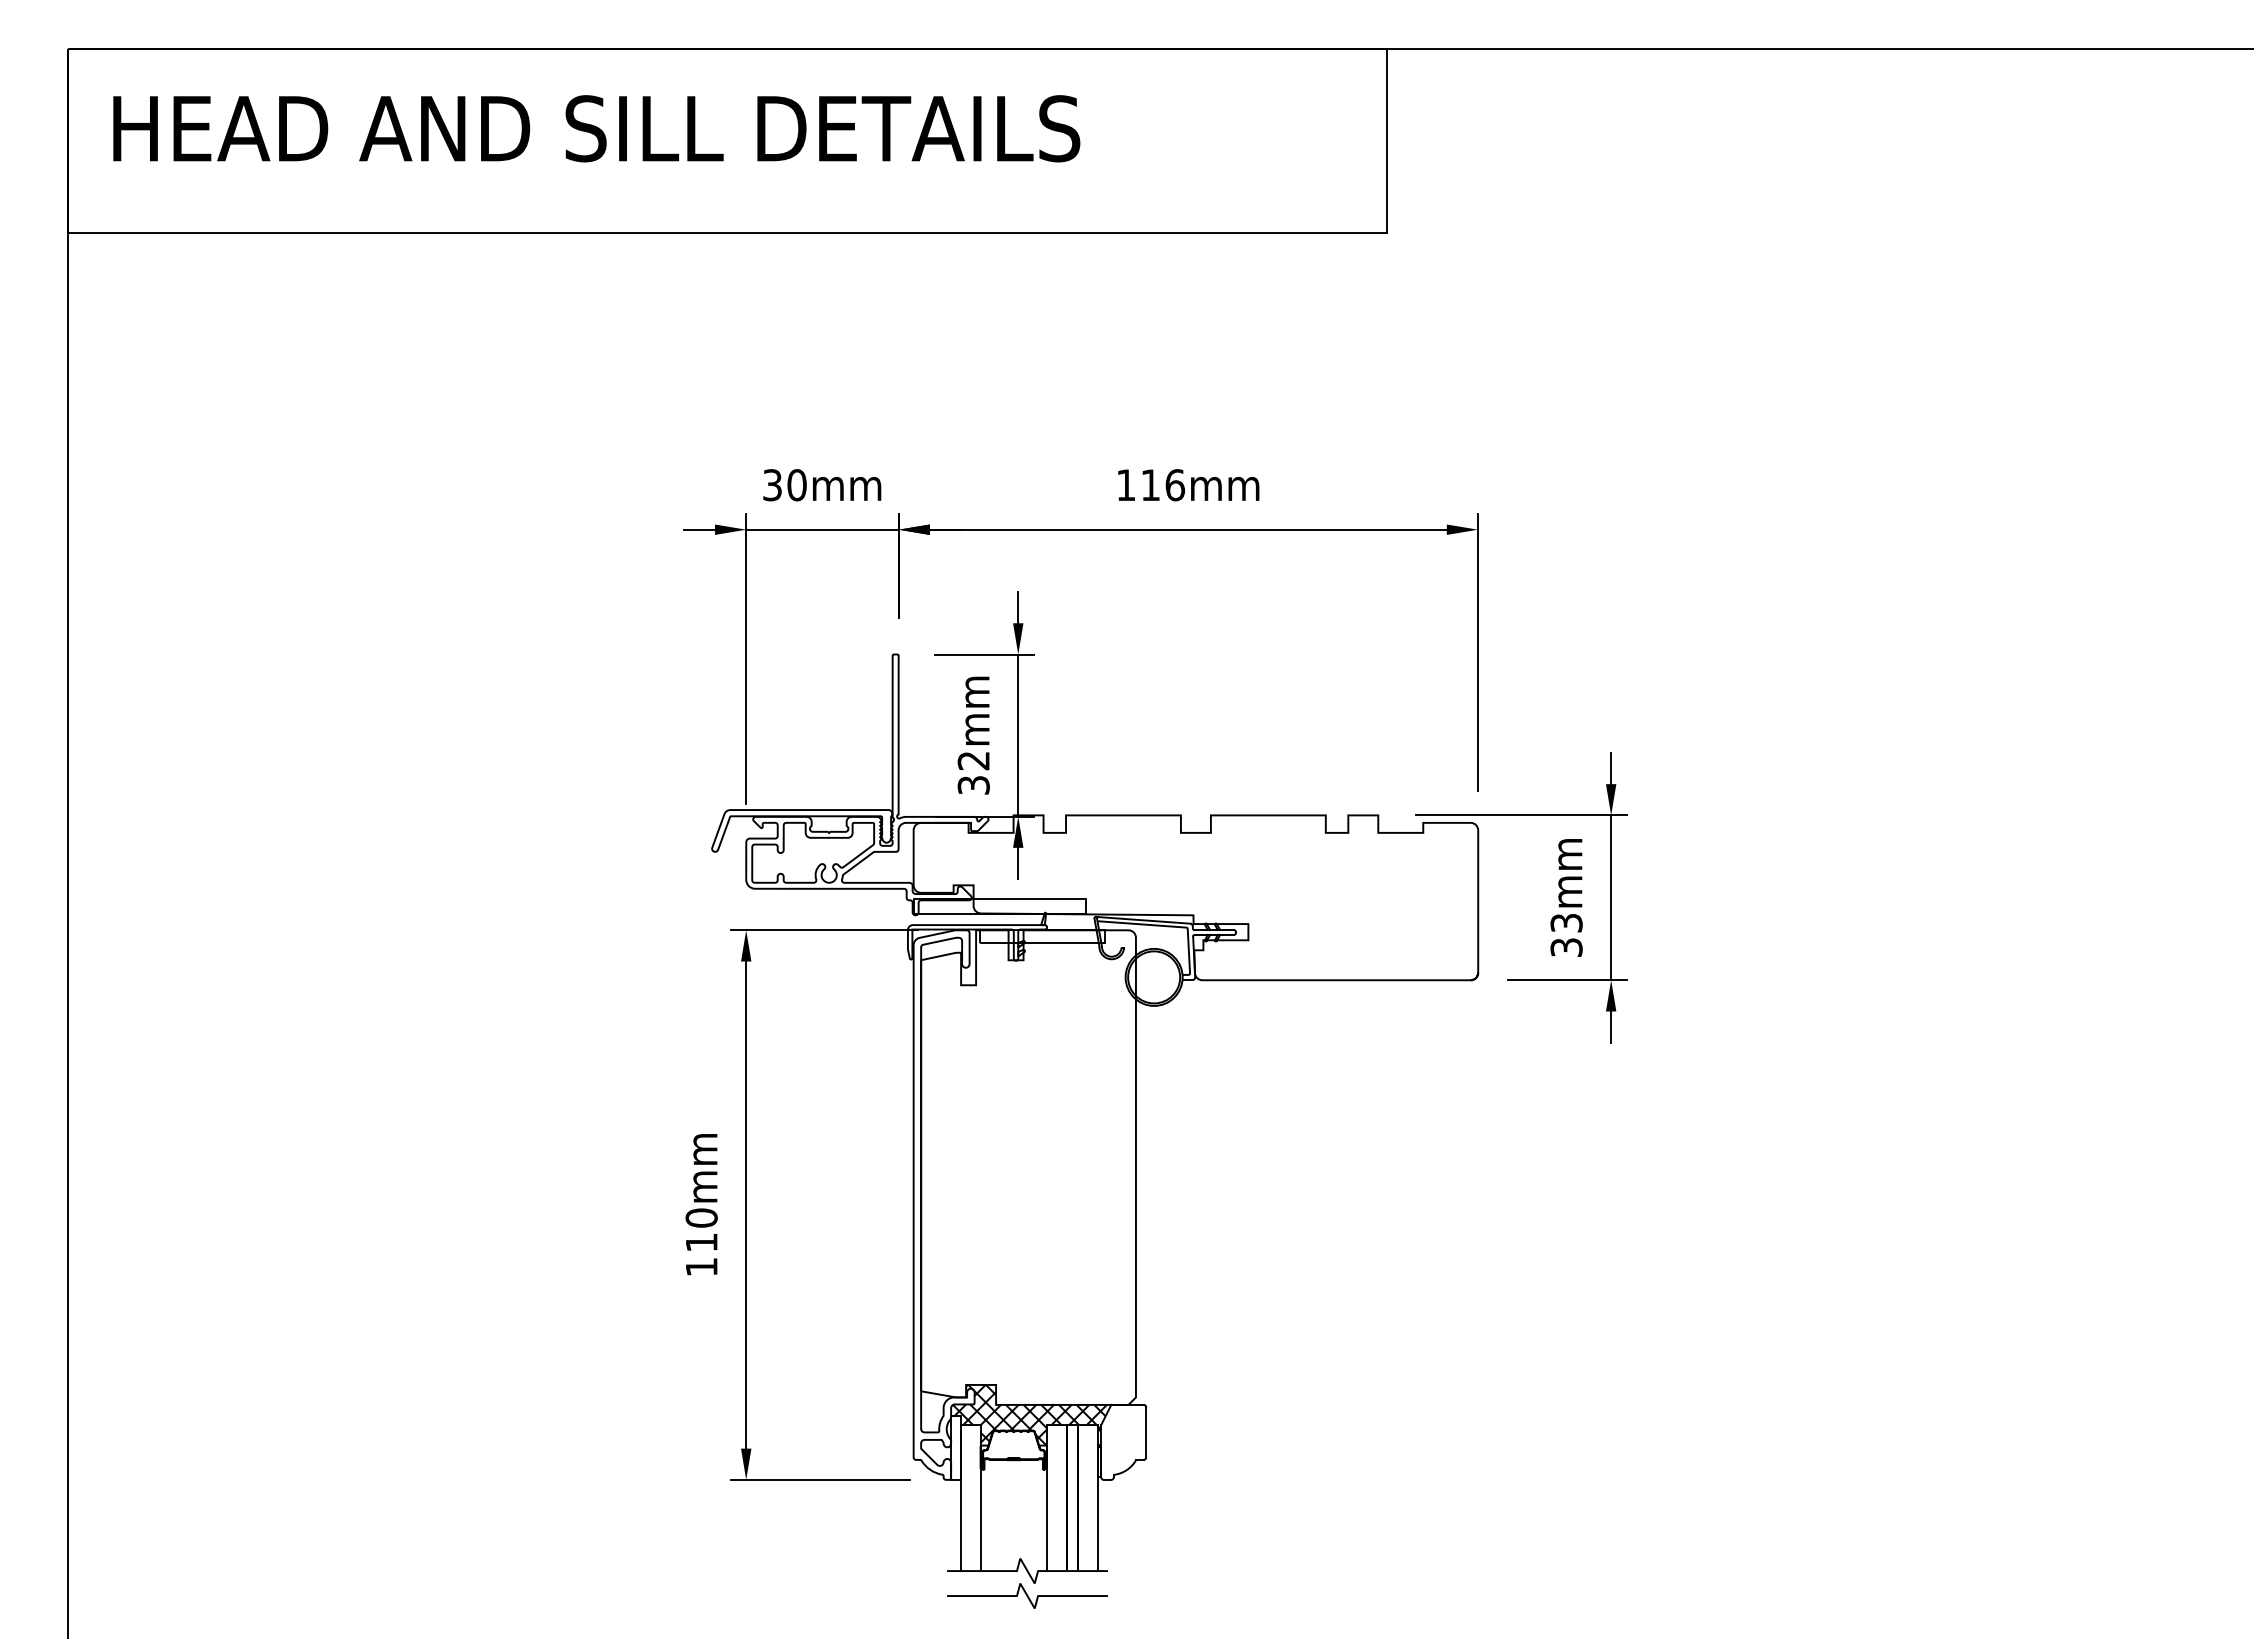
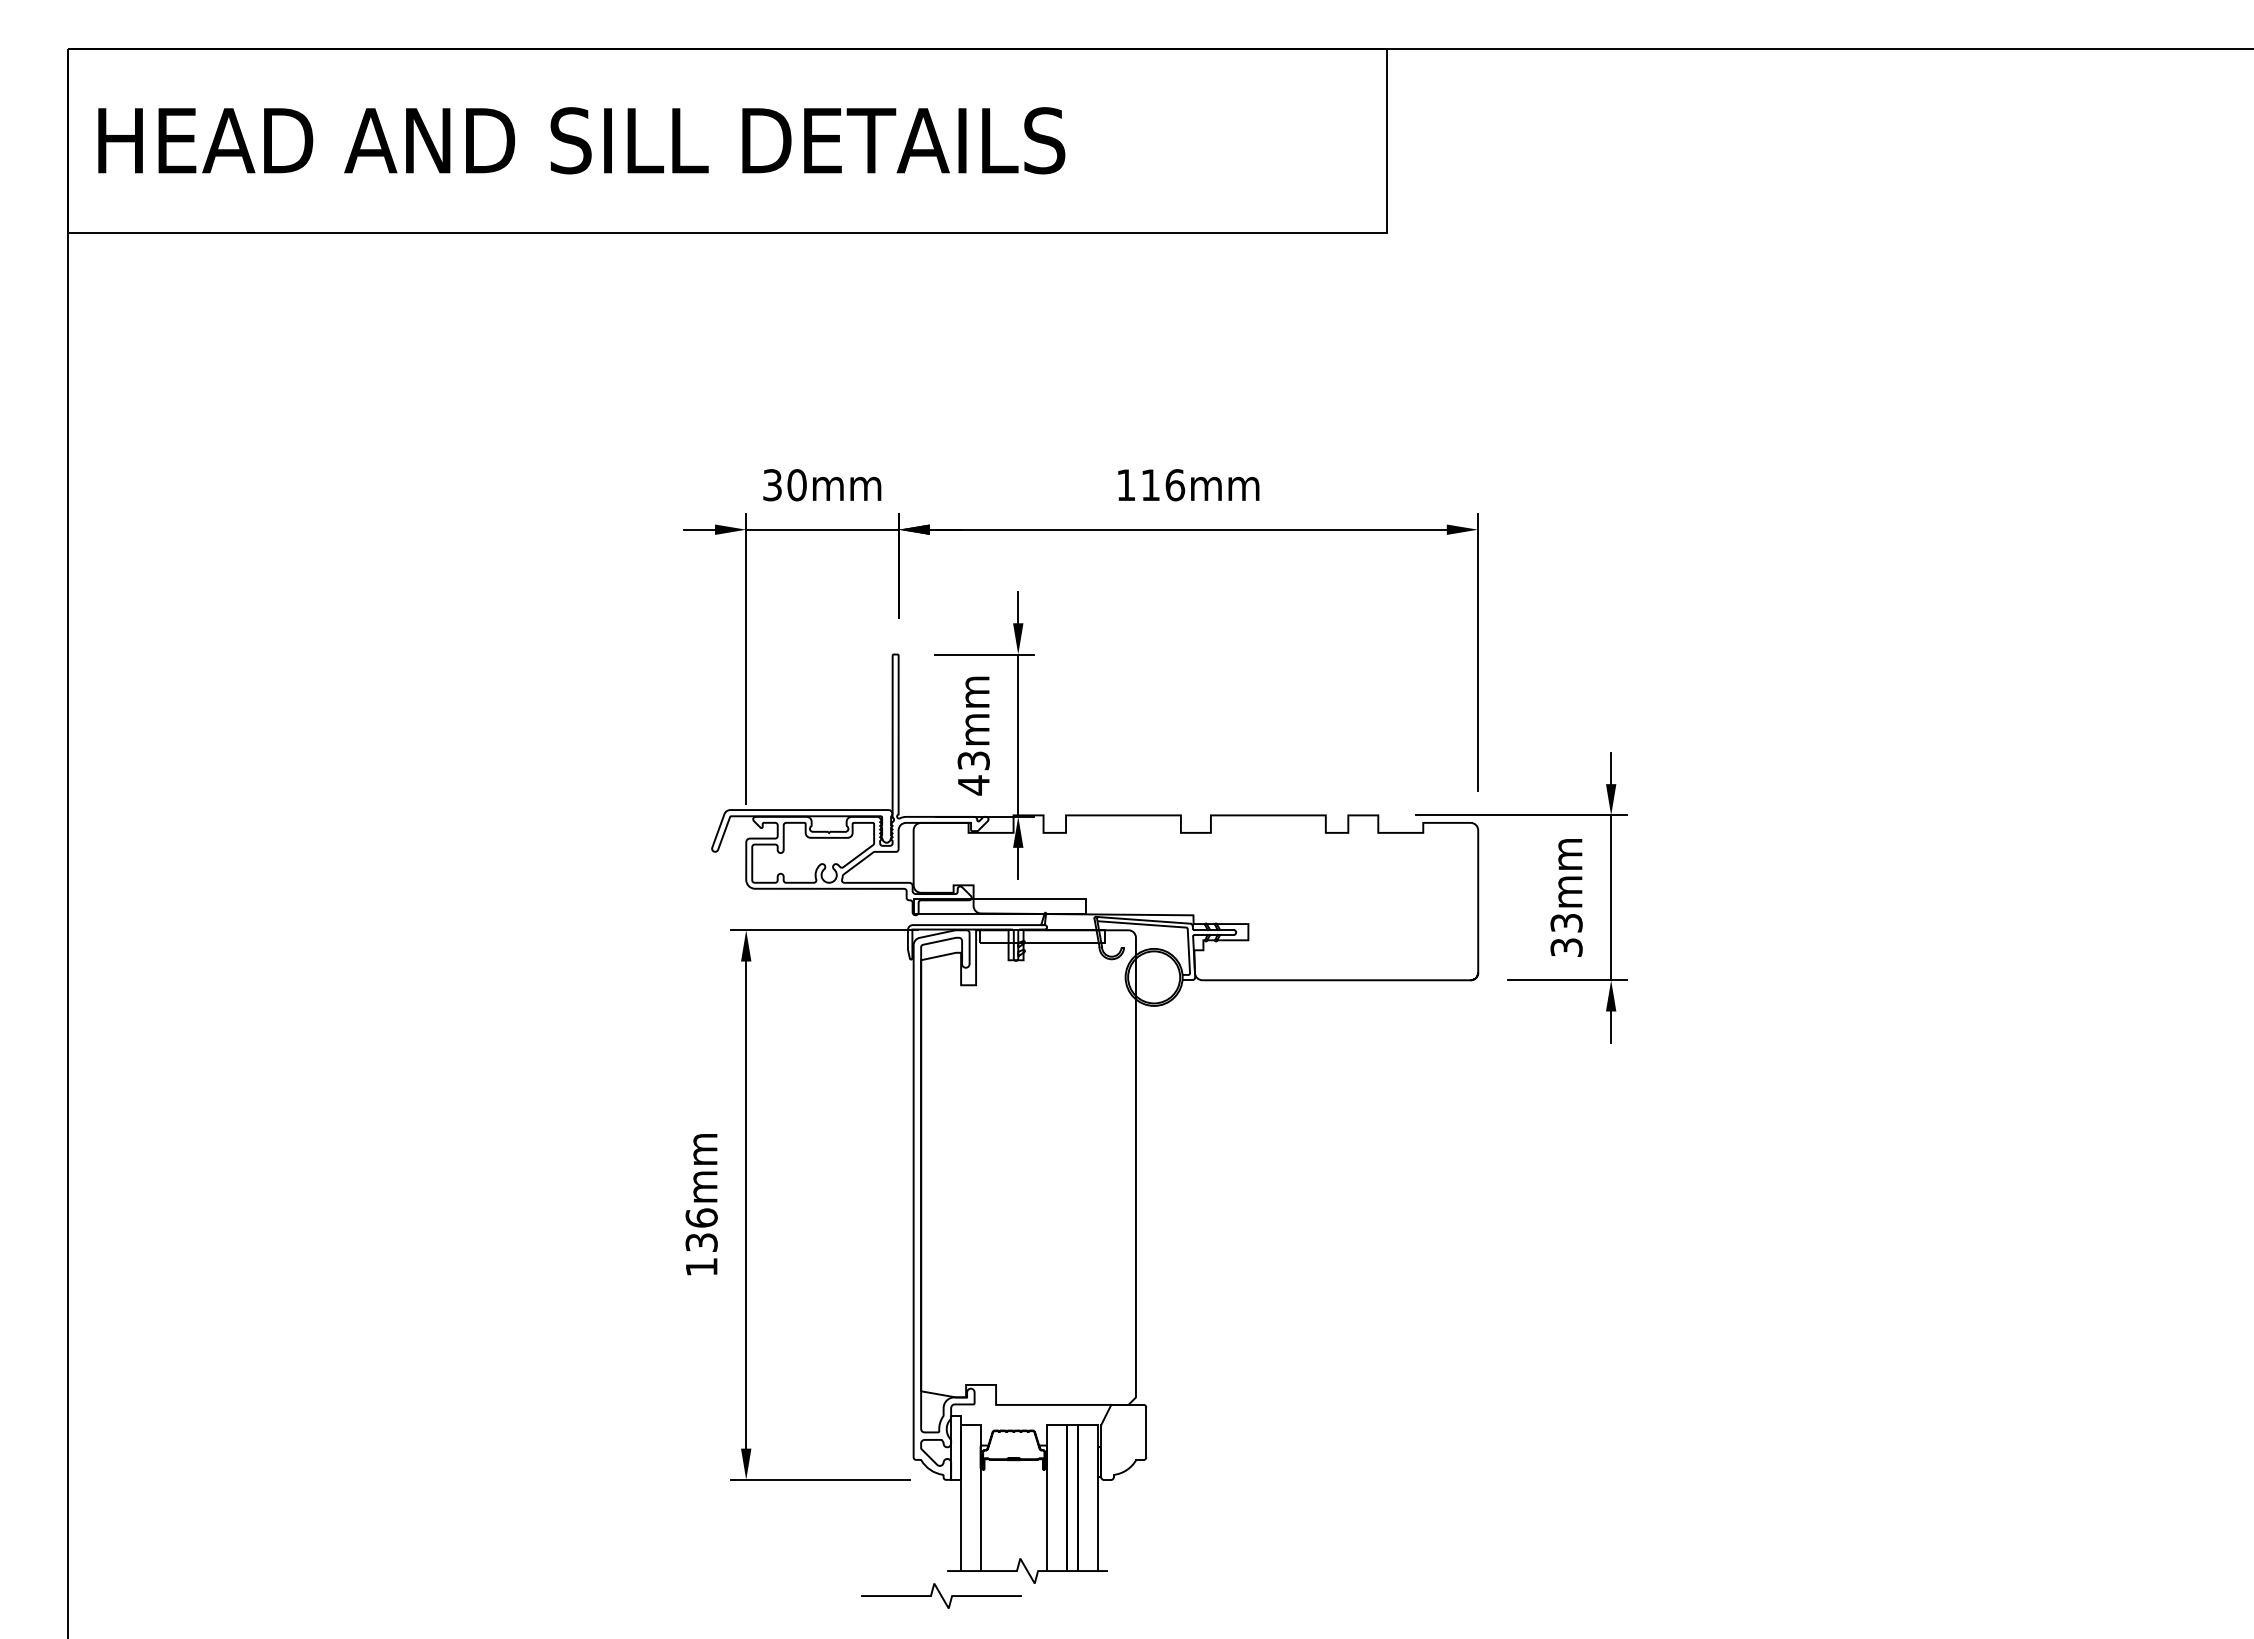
text at (596, 128) position: (596, 128) -> (581, 140)
text at (973, 773): 32mm -> 43mm
text at (701, 1229): 110mm -> 136mm
hatch at (1029, 1415): present -> none
curve at (1027, 1595) position: (1027, 1595) -> (941, 1595)
